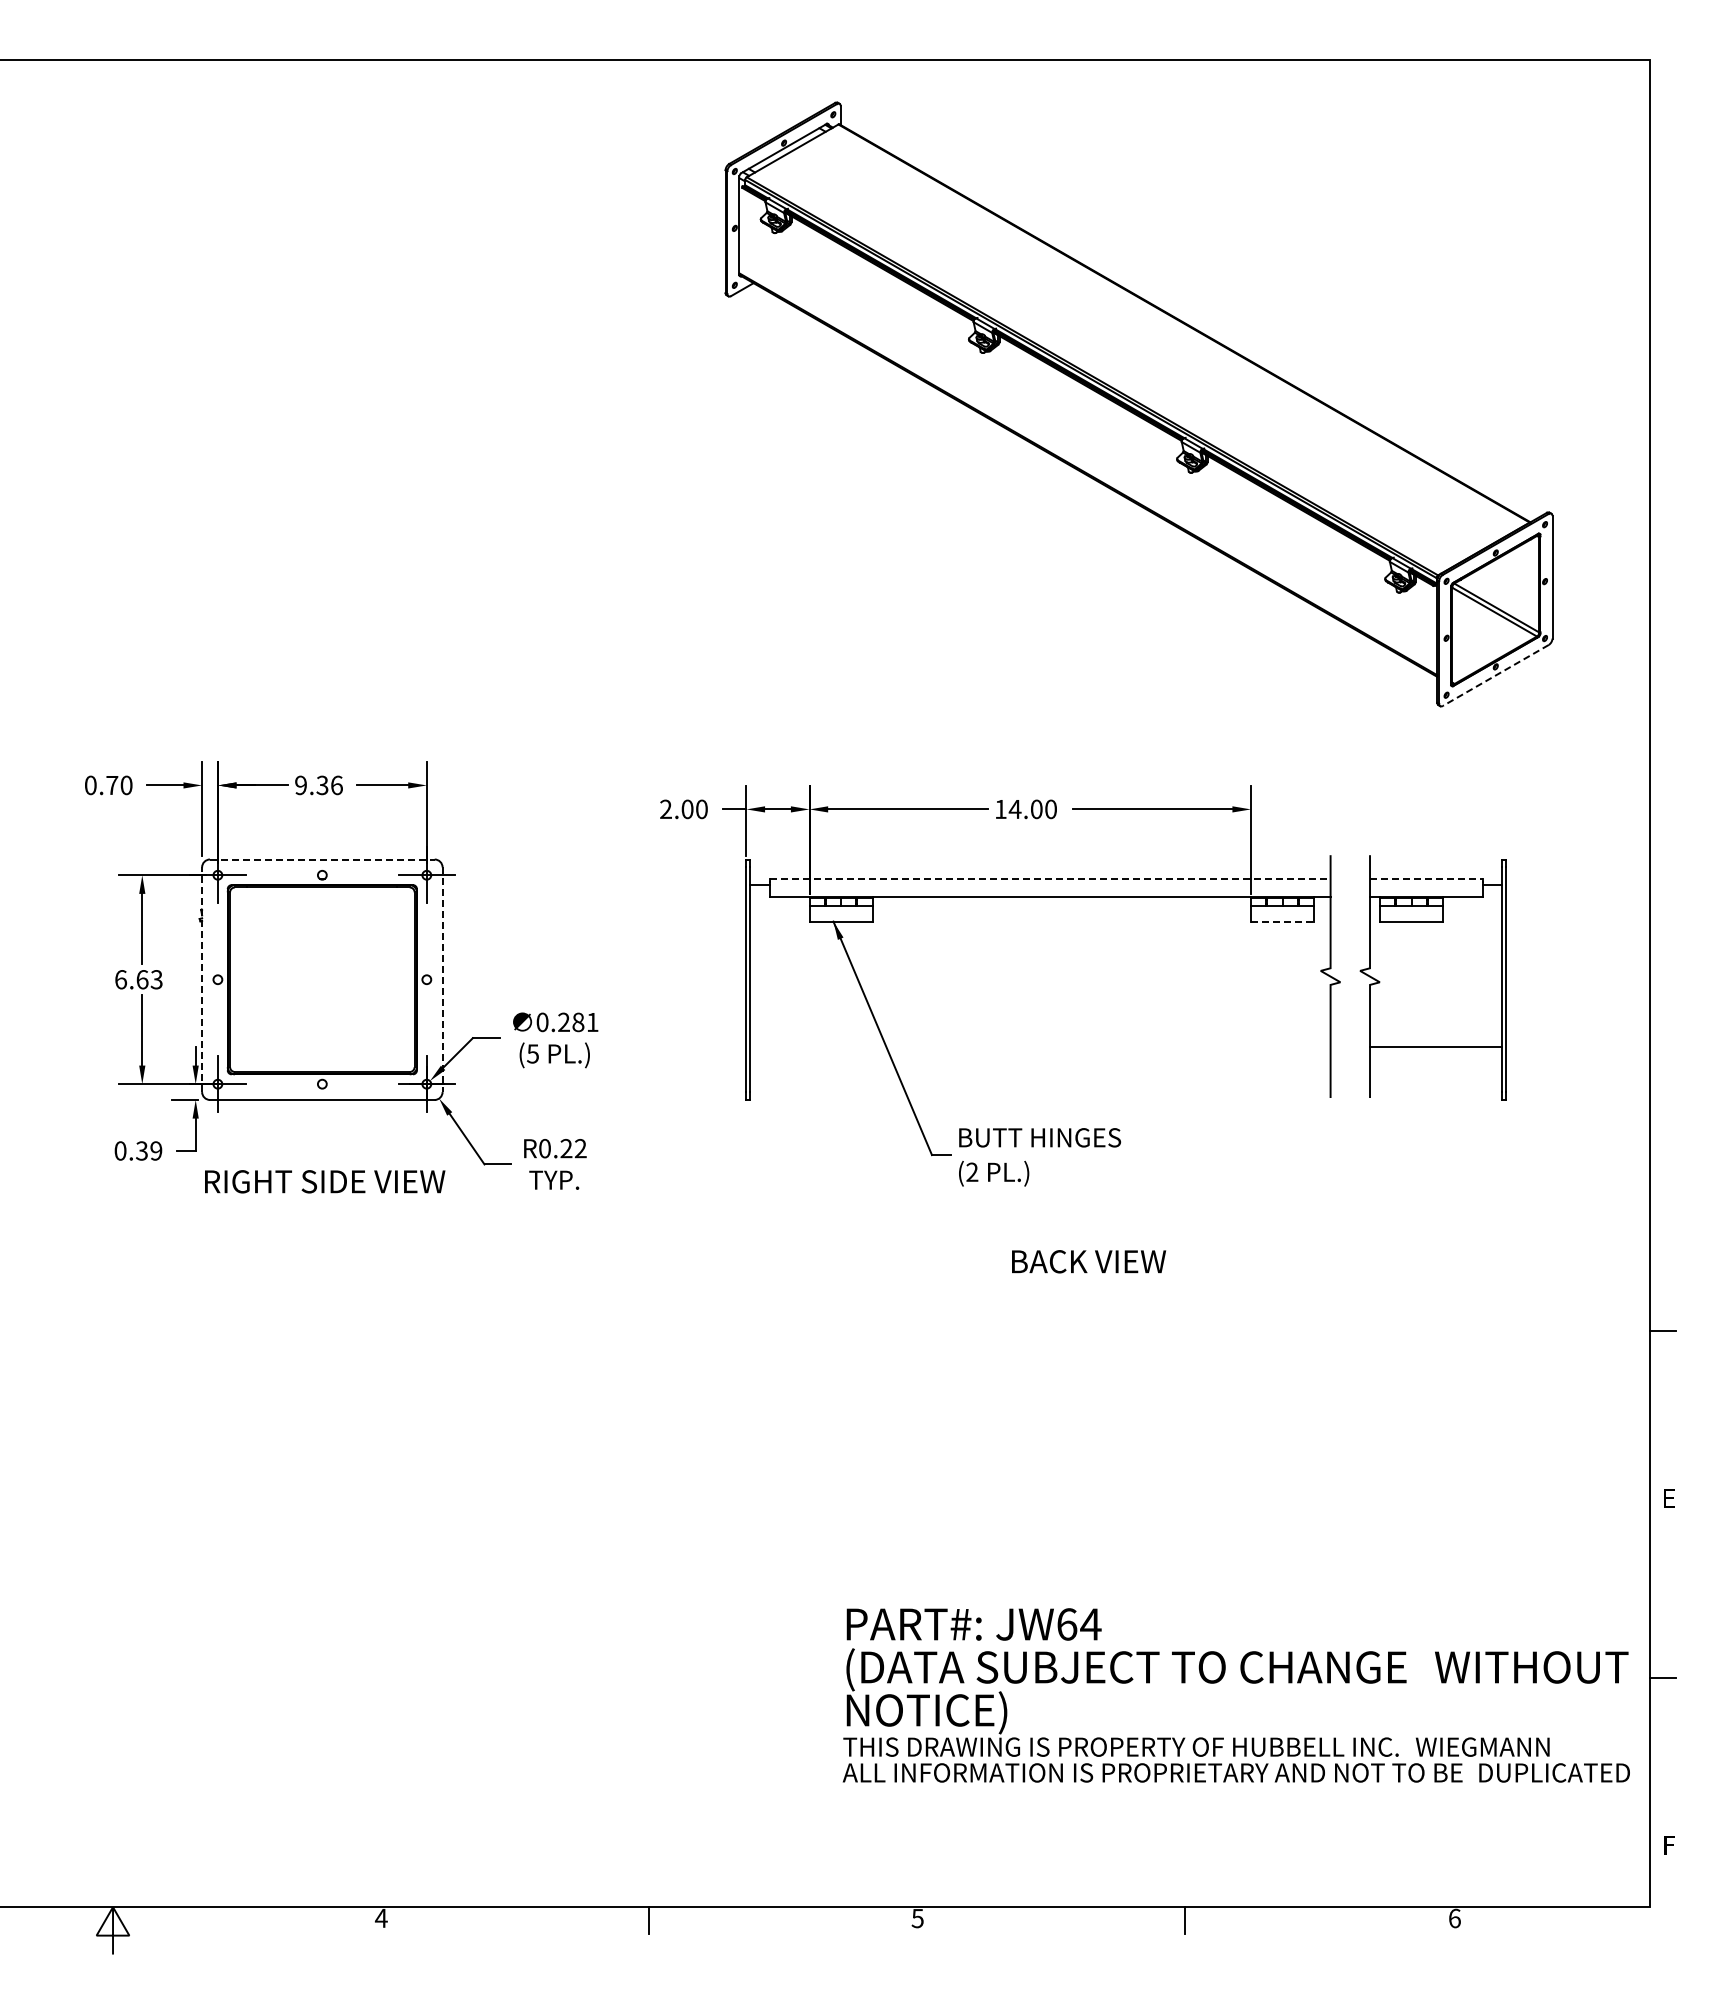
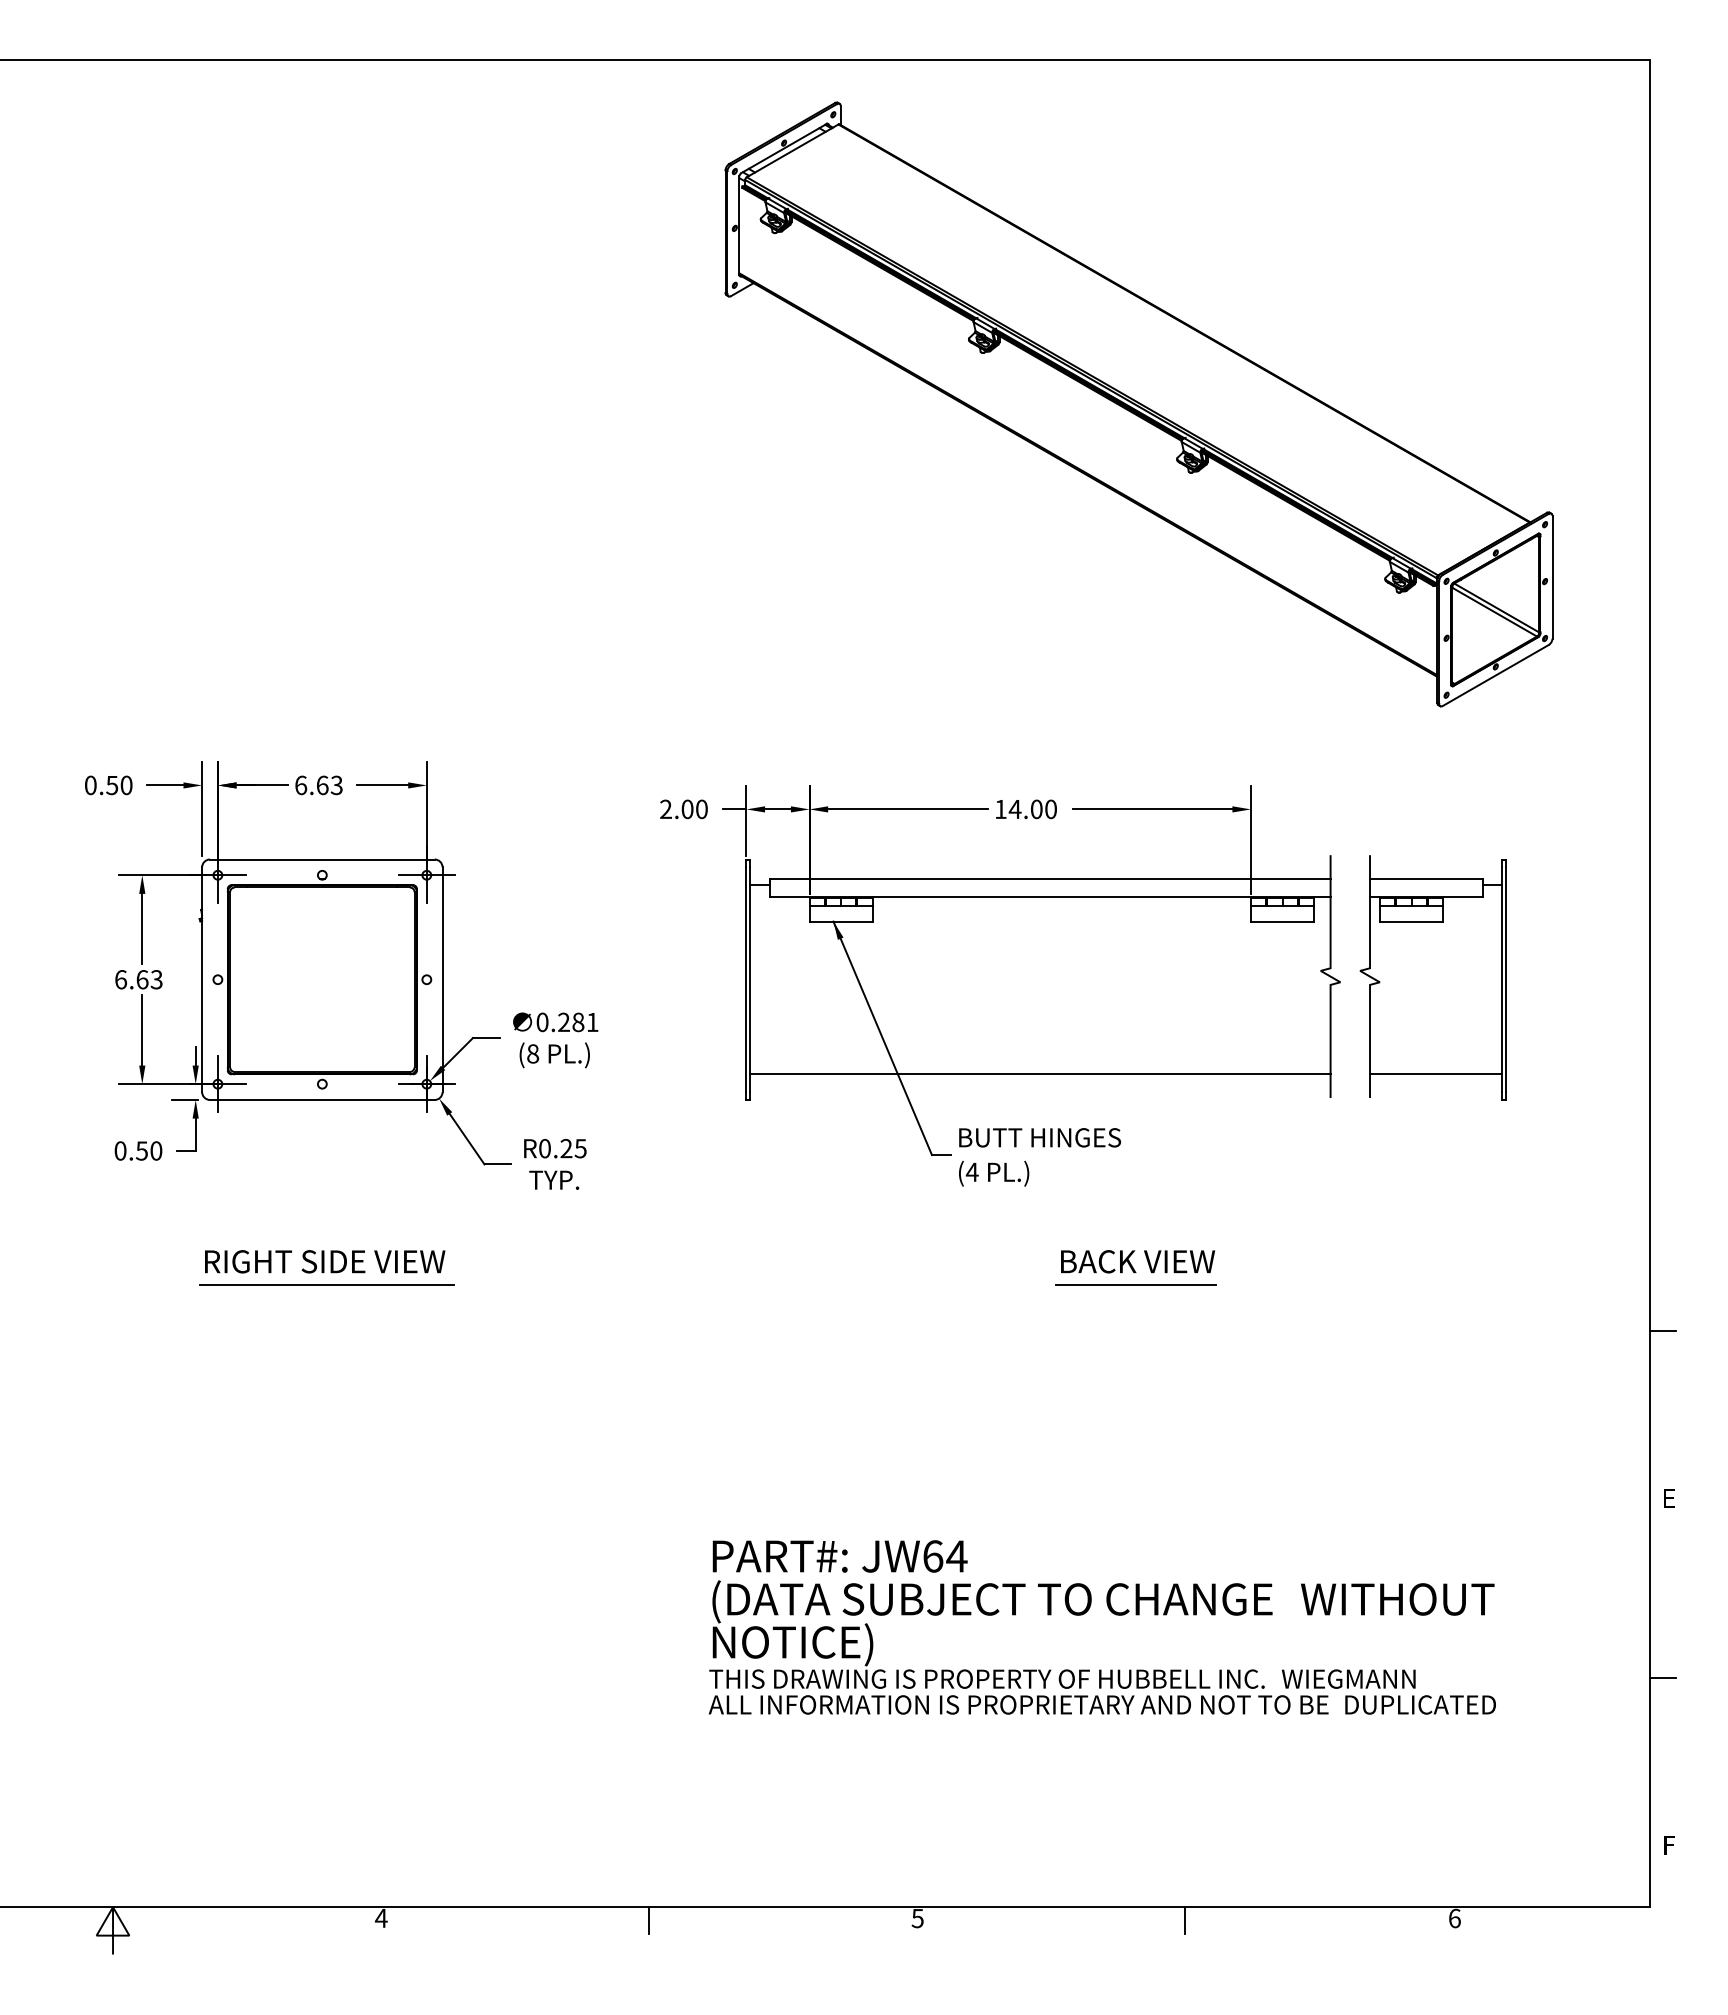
line at (1495, 675): dashed -> solid
text at (112, 785): 0.70 -> 0.50
text at (318, 785): 9.36 -> 6.63
line at (322, 859): dashed -> solid
line at (1050, 878): dashed -> solid
line at (1426, 878): dashed -> solid
line at (1282, 921): dashed -> solid
line at (202, 979): dashed -> solid
line at (442, 980): dashed -> solid
line at (1436, 1047) position: (1436, 1047) -> (1436, 1074)
text at (533, 1053): (5 -> (8
line at (1040, 1074): none -> present
text at (580, 1148): R0.22 -> R0.25
text at (149, 1150): 0.39 -> 0.50
text at (971, 1171): (2 -> (4
text at (325, 1181) position: (325, 1181) -> (325, 1261)
text at (1089, 1261) position: (1089, 1261) -> (1138, 1261)
line at (326, 1284): none -> present
line at (1135, 1284): none -> present
text at (1235, 1695) position: (1235, 1695) -> (1101, 1627)
